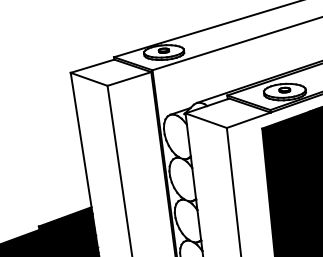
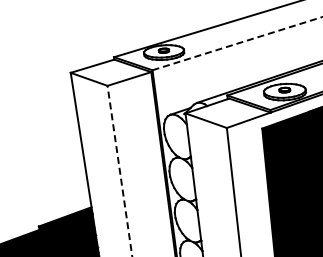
line at (237, 43): solid -> dashed
line at (119, 170): solid -> dashed
